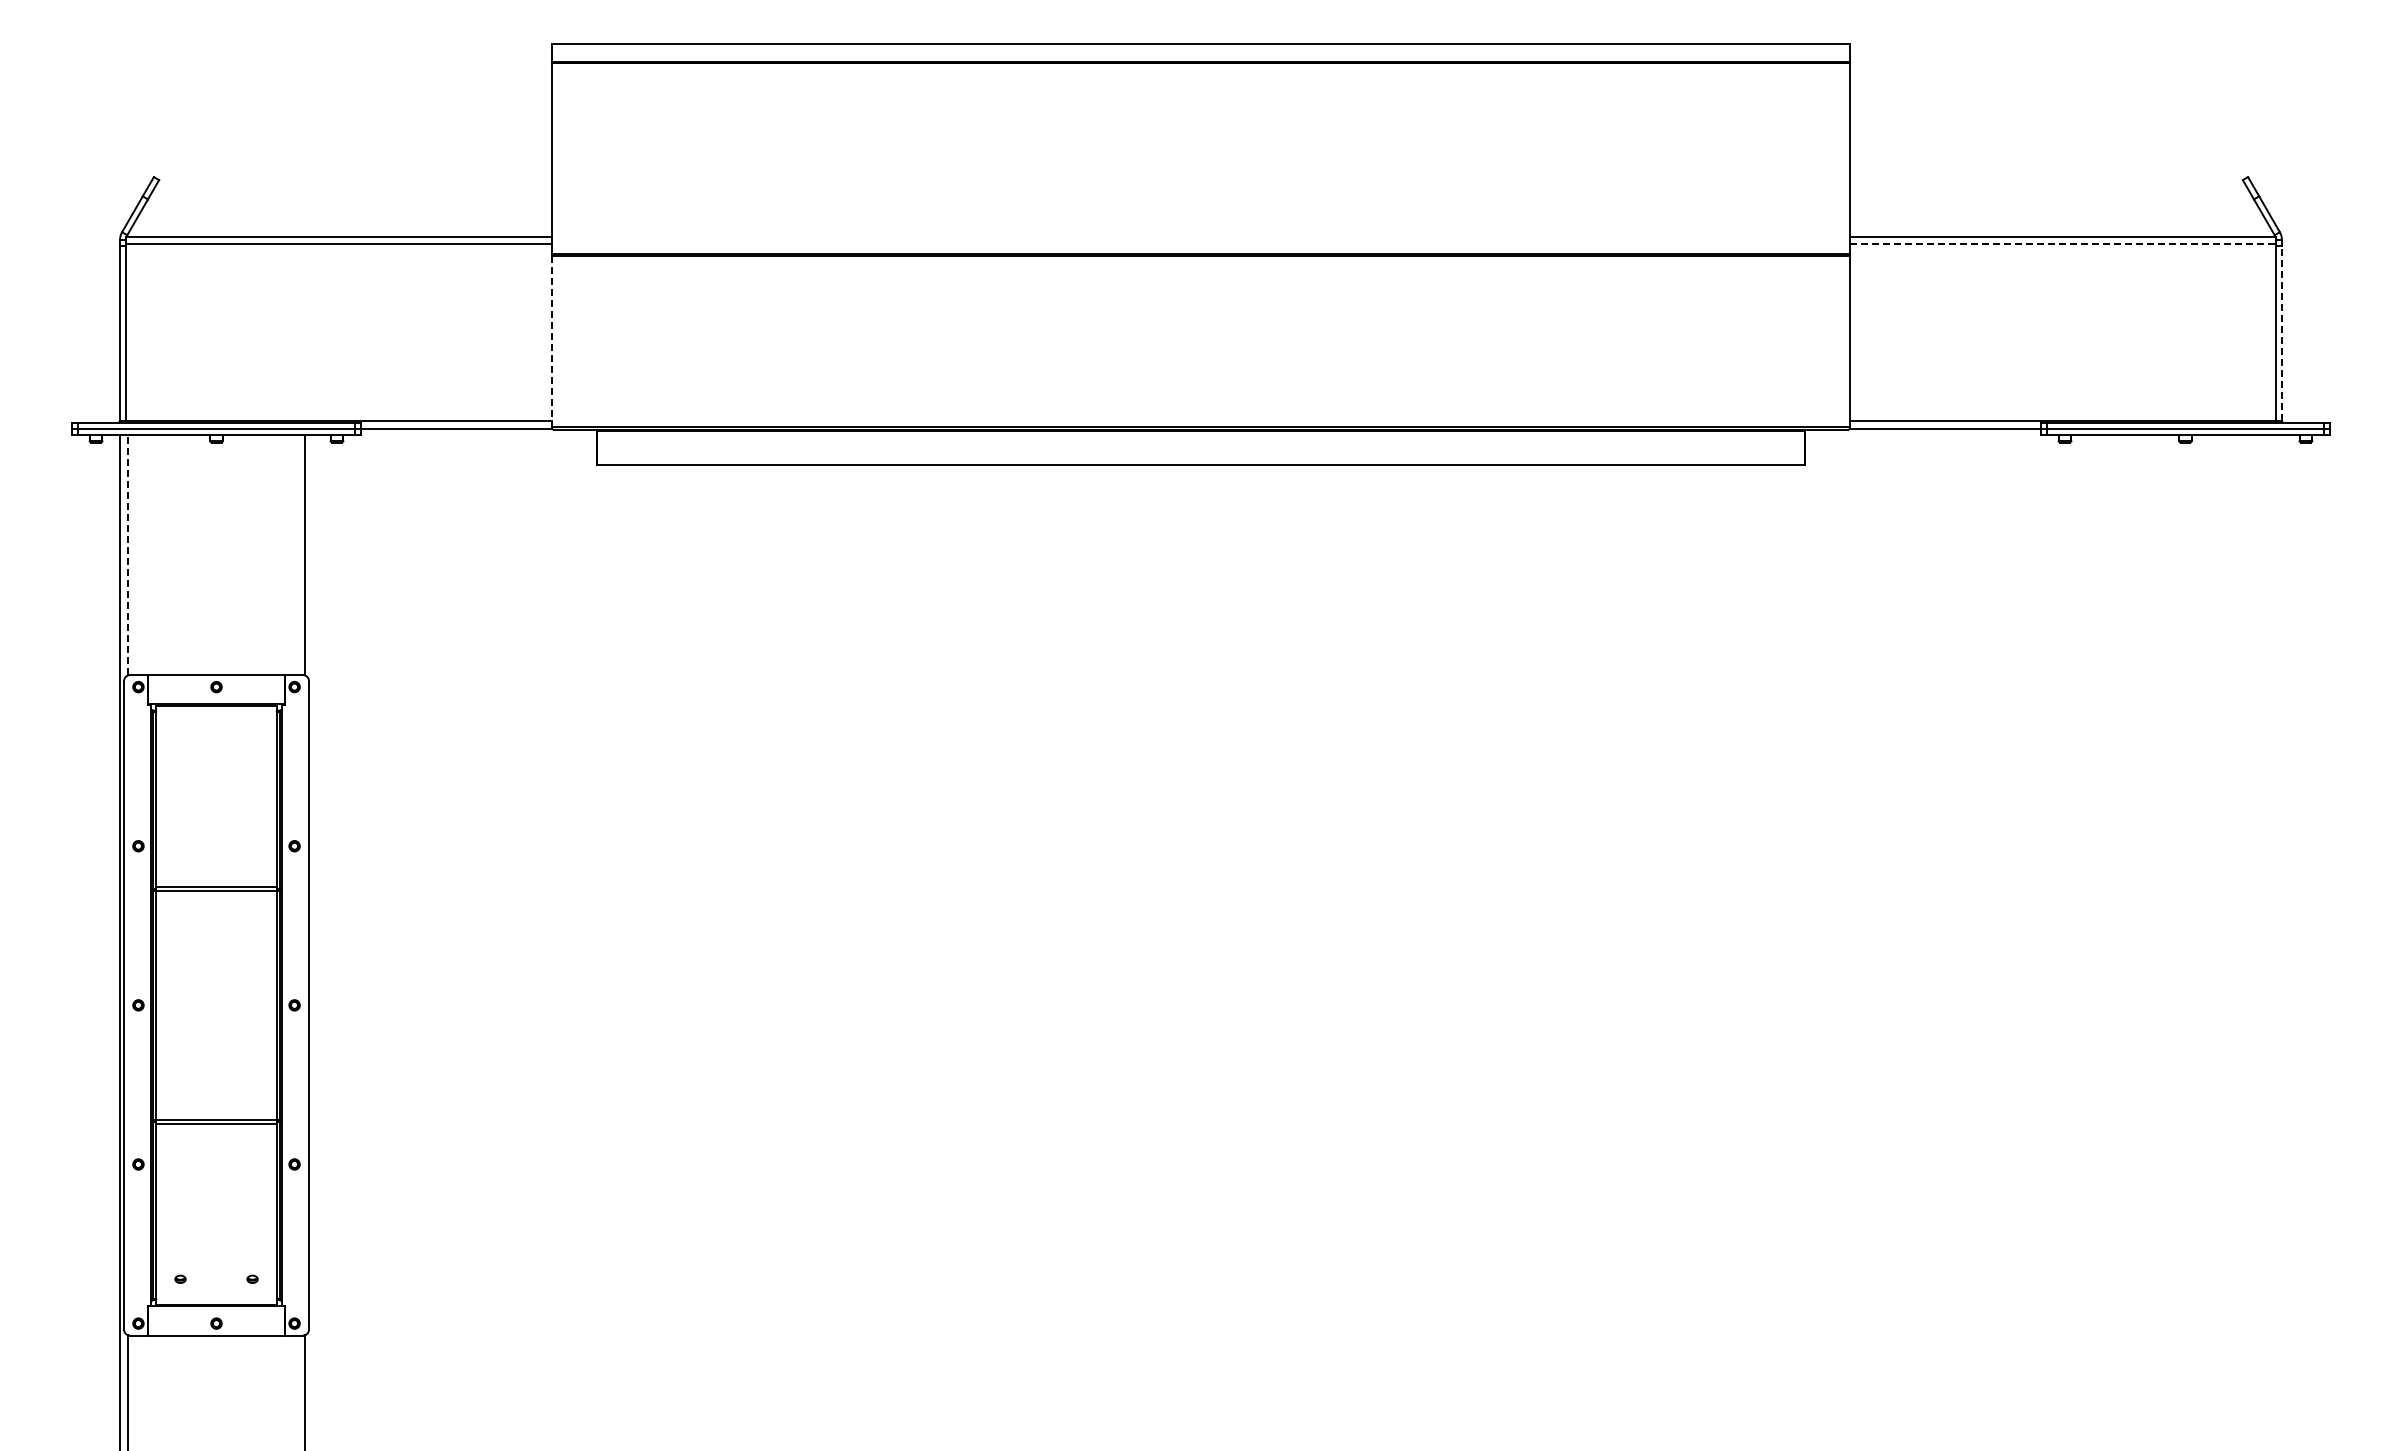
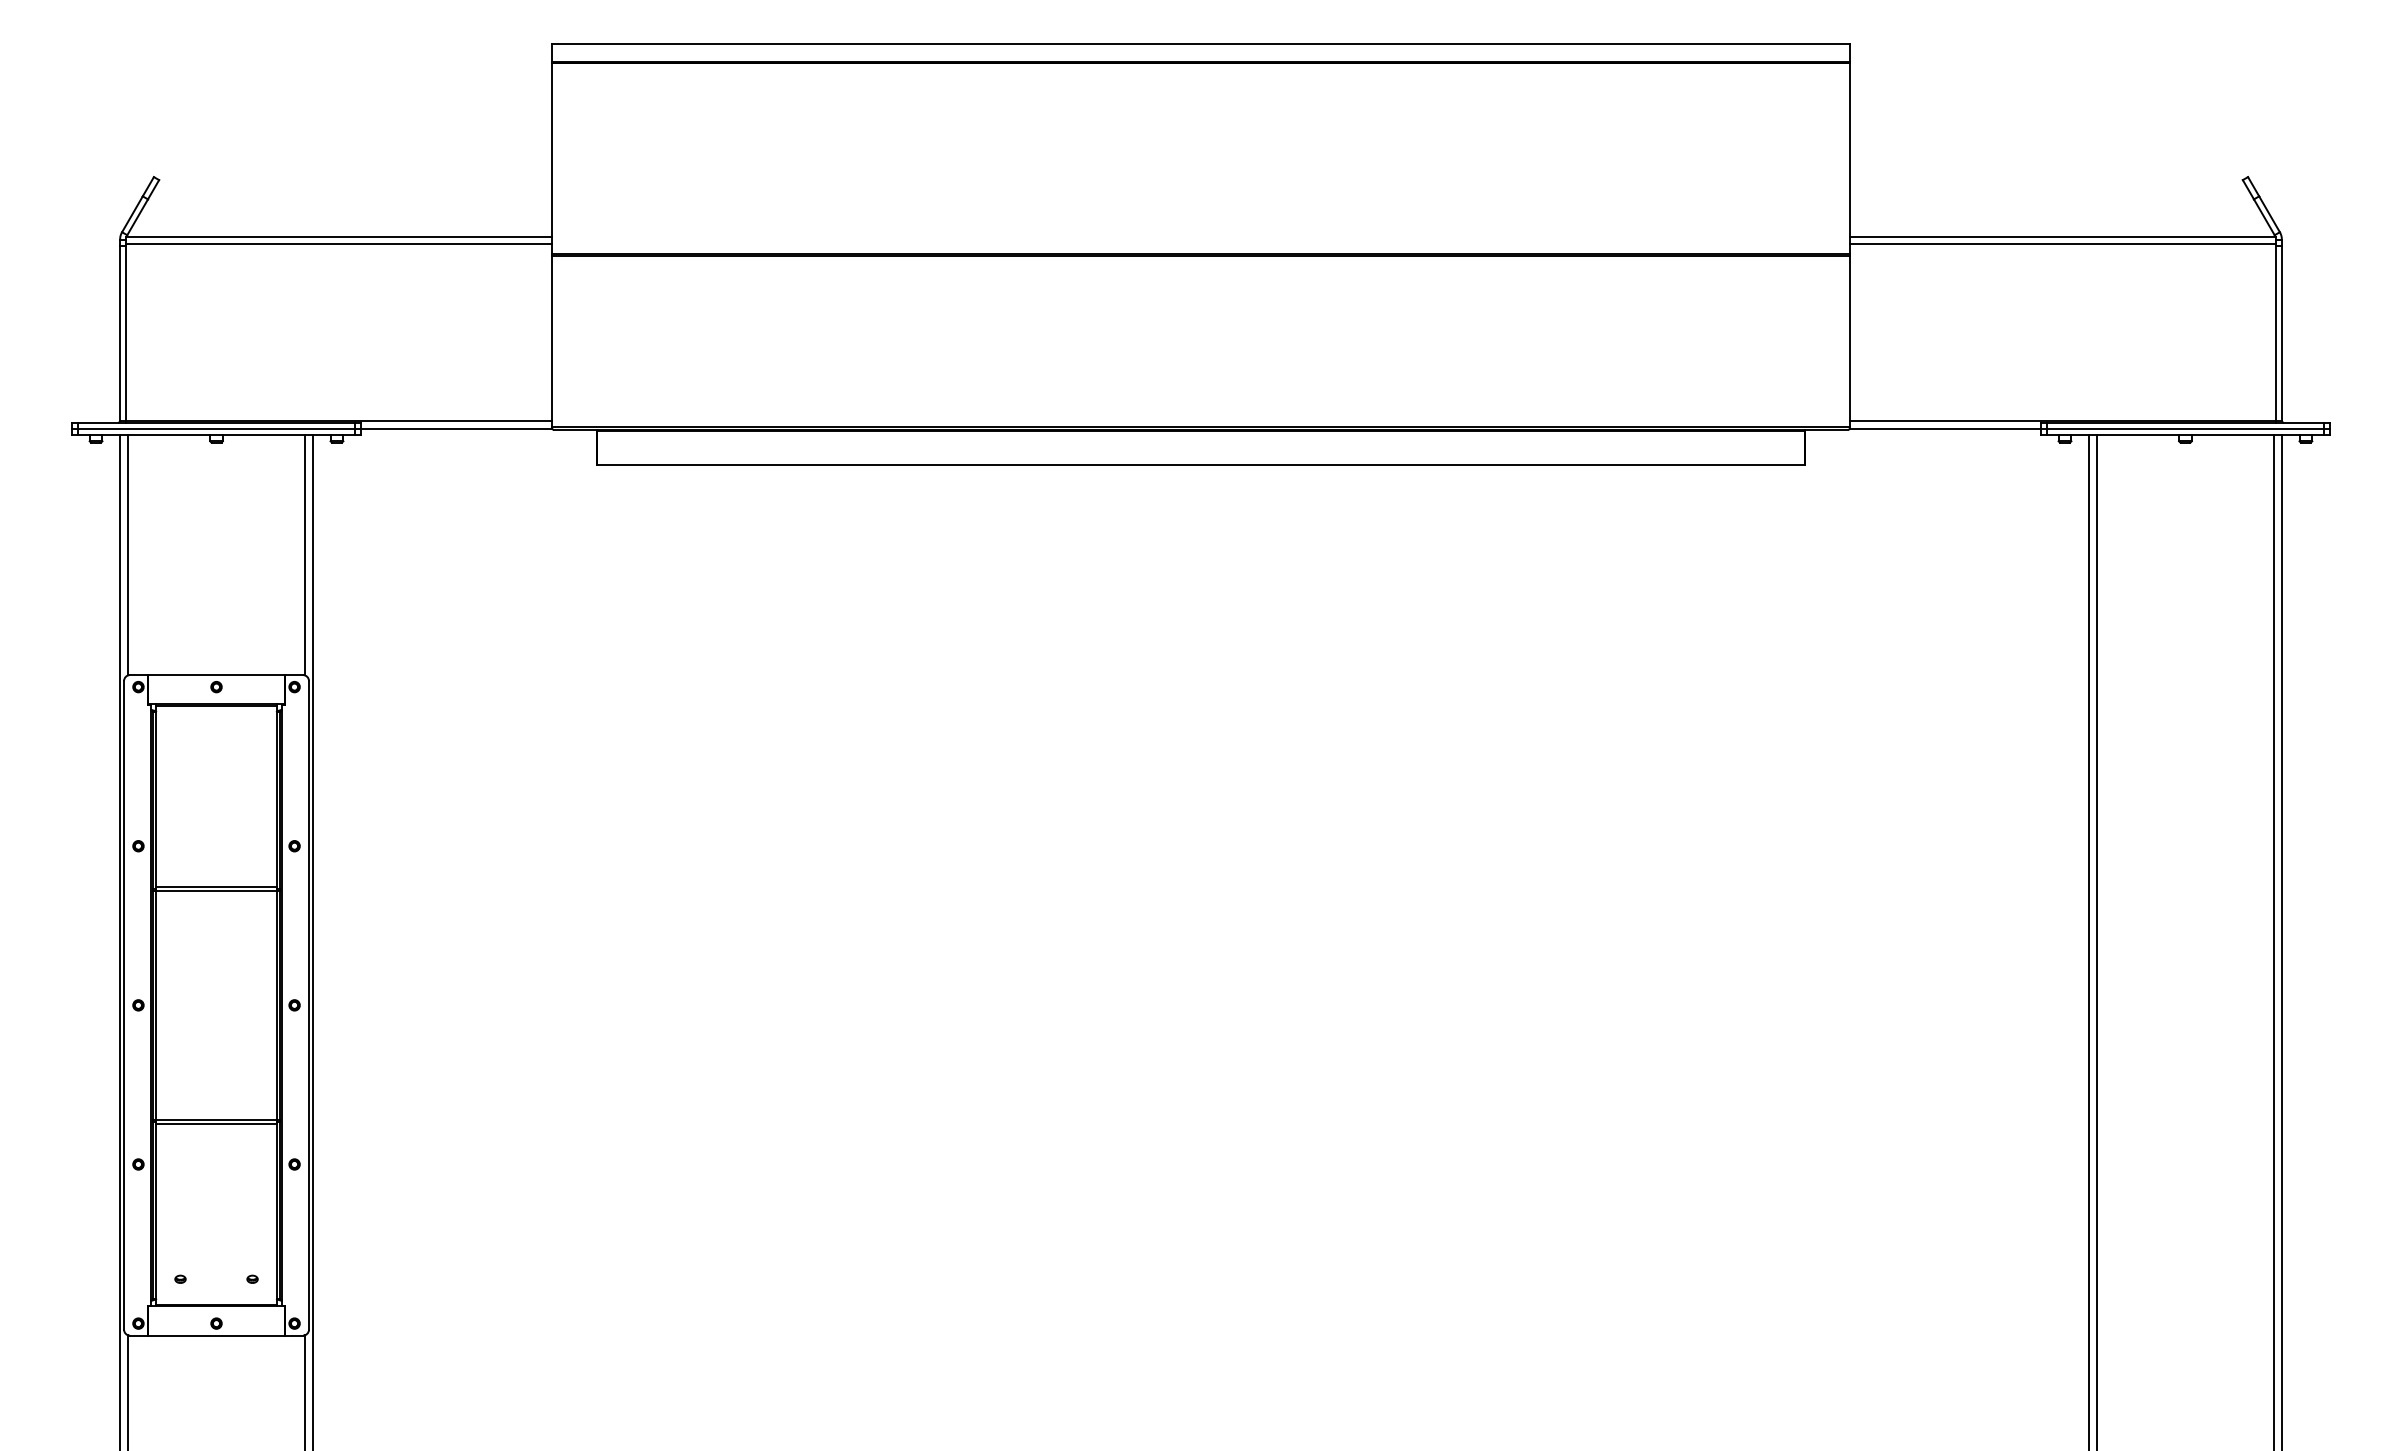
line at (2063, 244): dashed -> solid
line at (2281, 332): dashed -> solid
line at (552, 342): dashed -> solid
line at (127, 554): dashed -> solid
line at (312, 940): none -> present
line at (2089, 940): none -> present
line at (2096, 940): none -> present
line at (2274, 940): none -> present
line at (2281, 940): none -> present
